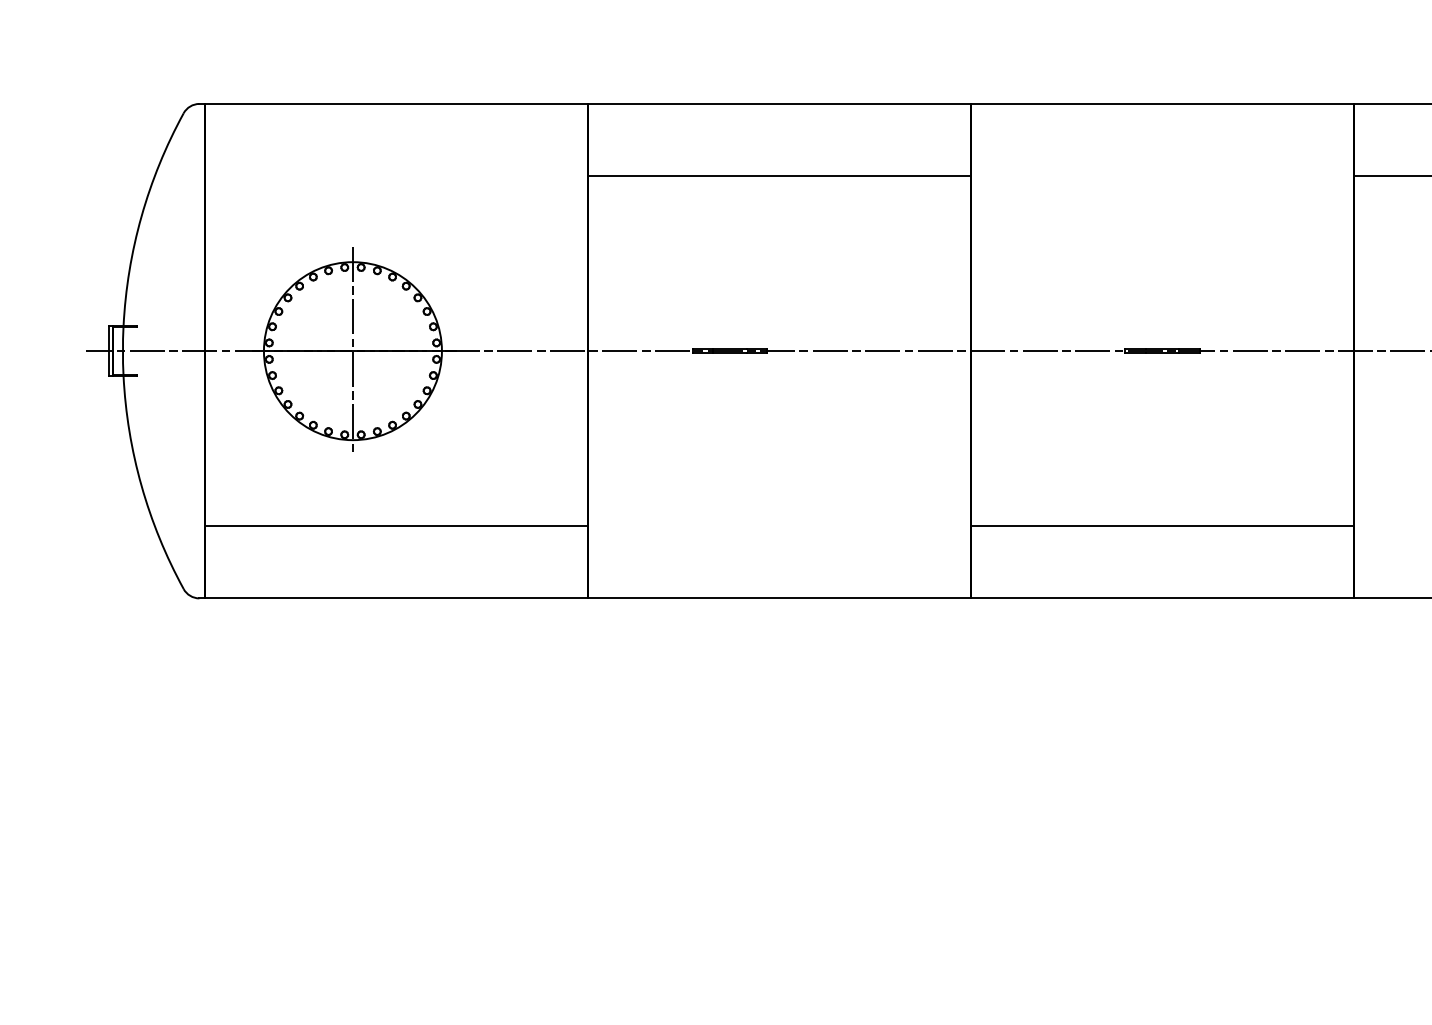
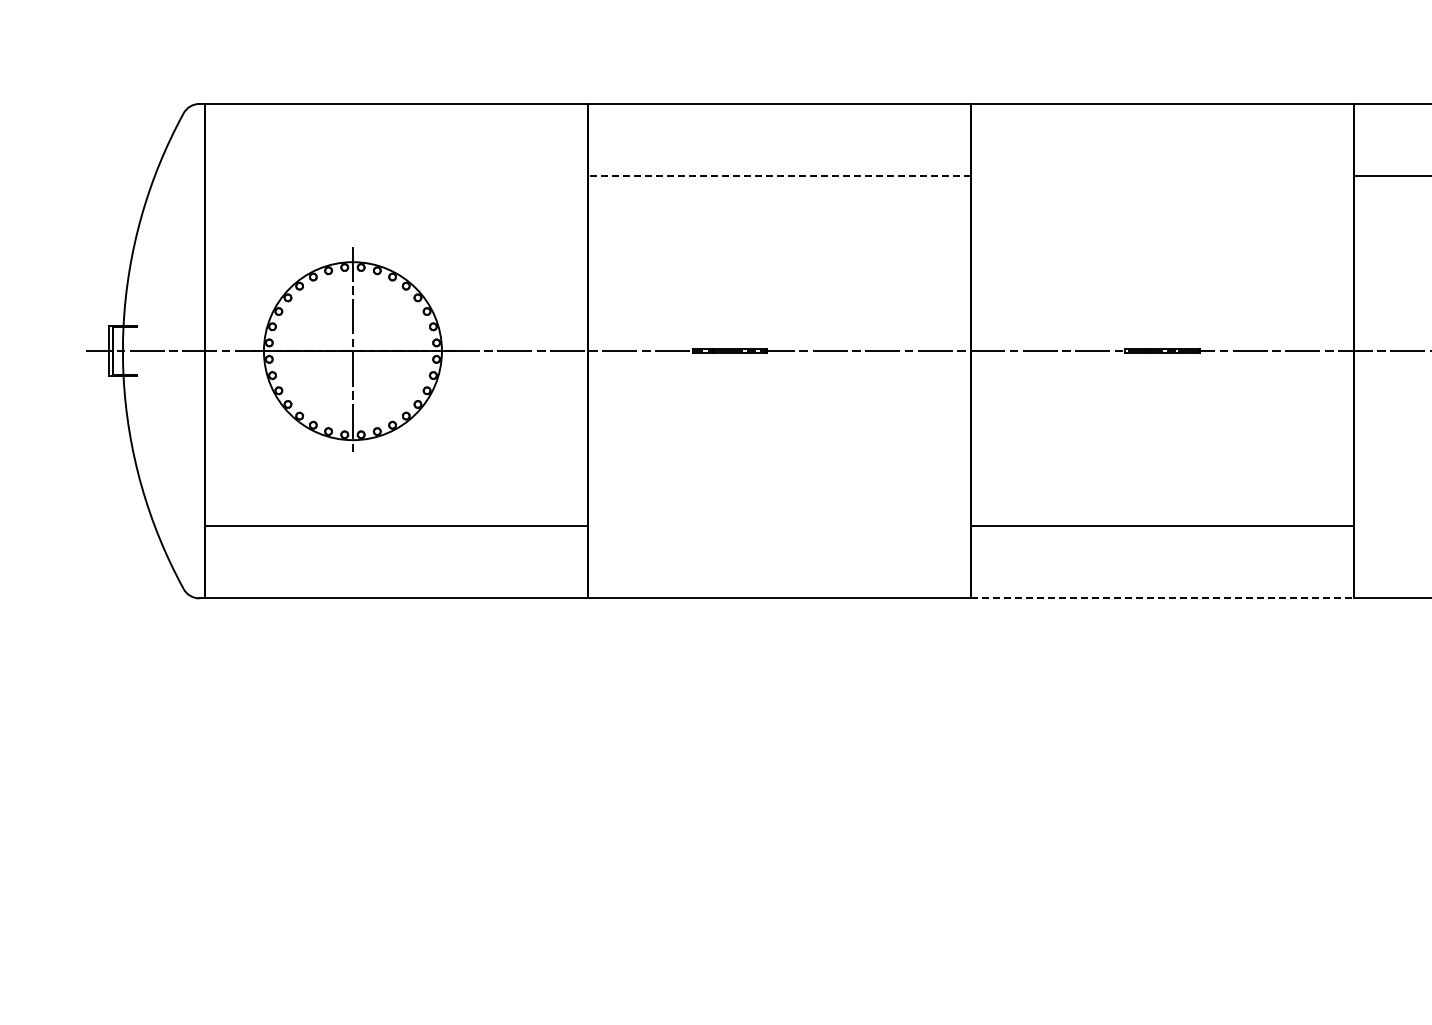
line at (779, 176): solid -> dashed
line at (1162, 598): solid -> dashed
